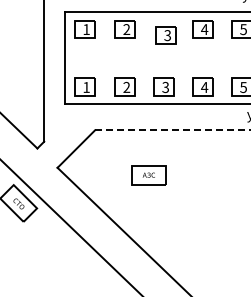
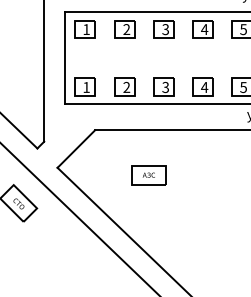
part at (165, 35) position: (165, 35) -> (163, 29)
line at (173, 130): dashed -> solid
line at (70, 227) position: (70, 227) -> (79, 218)
